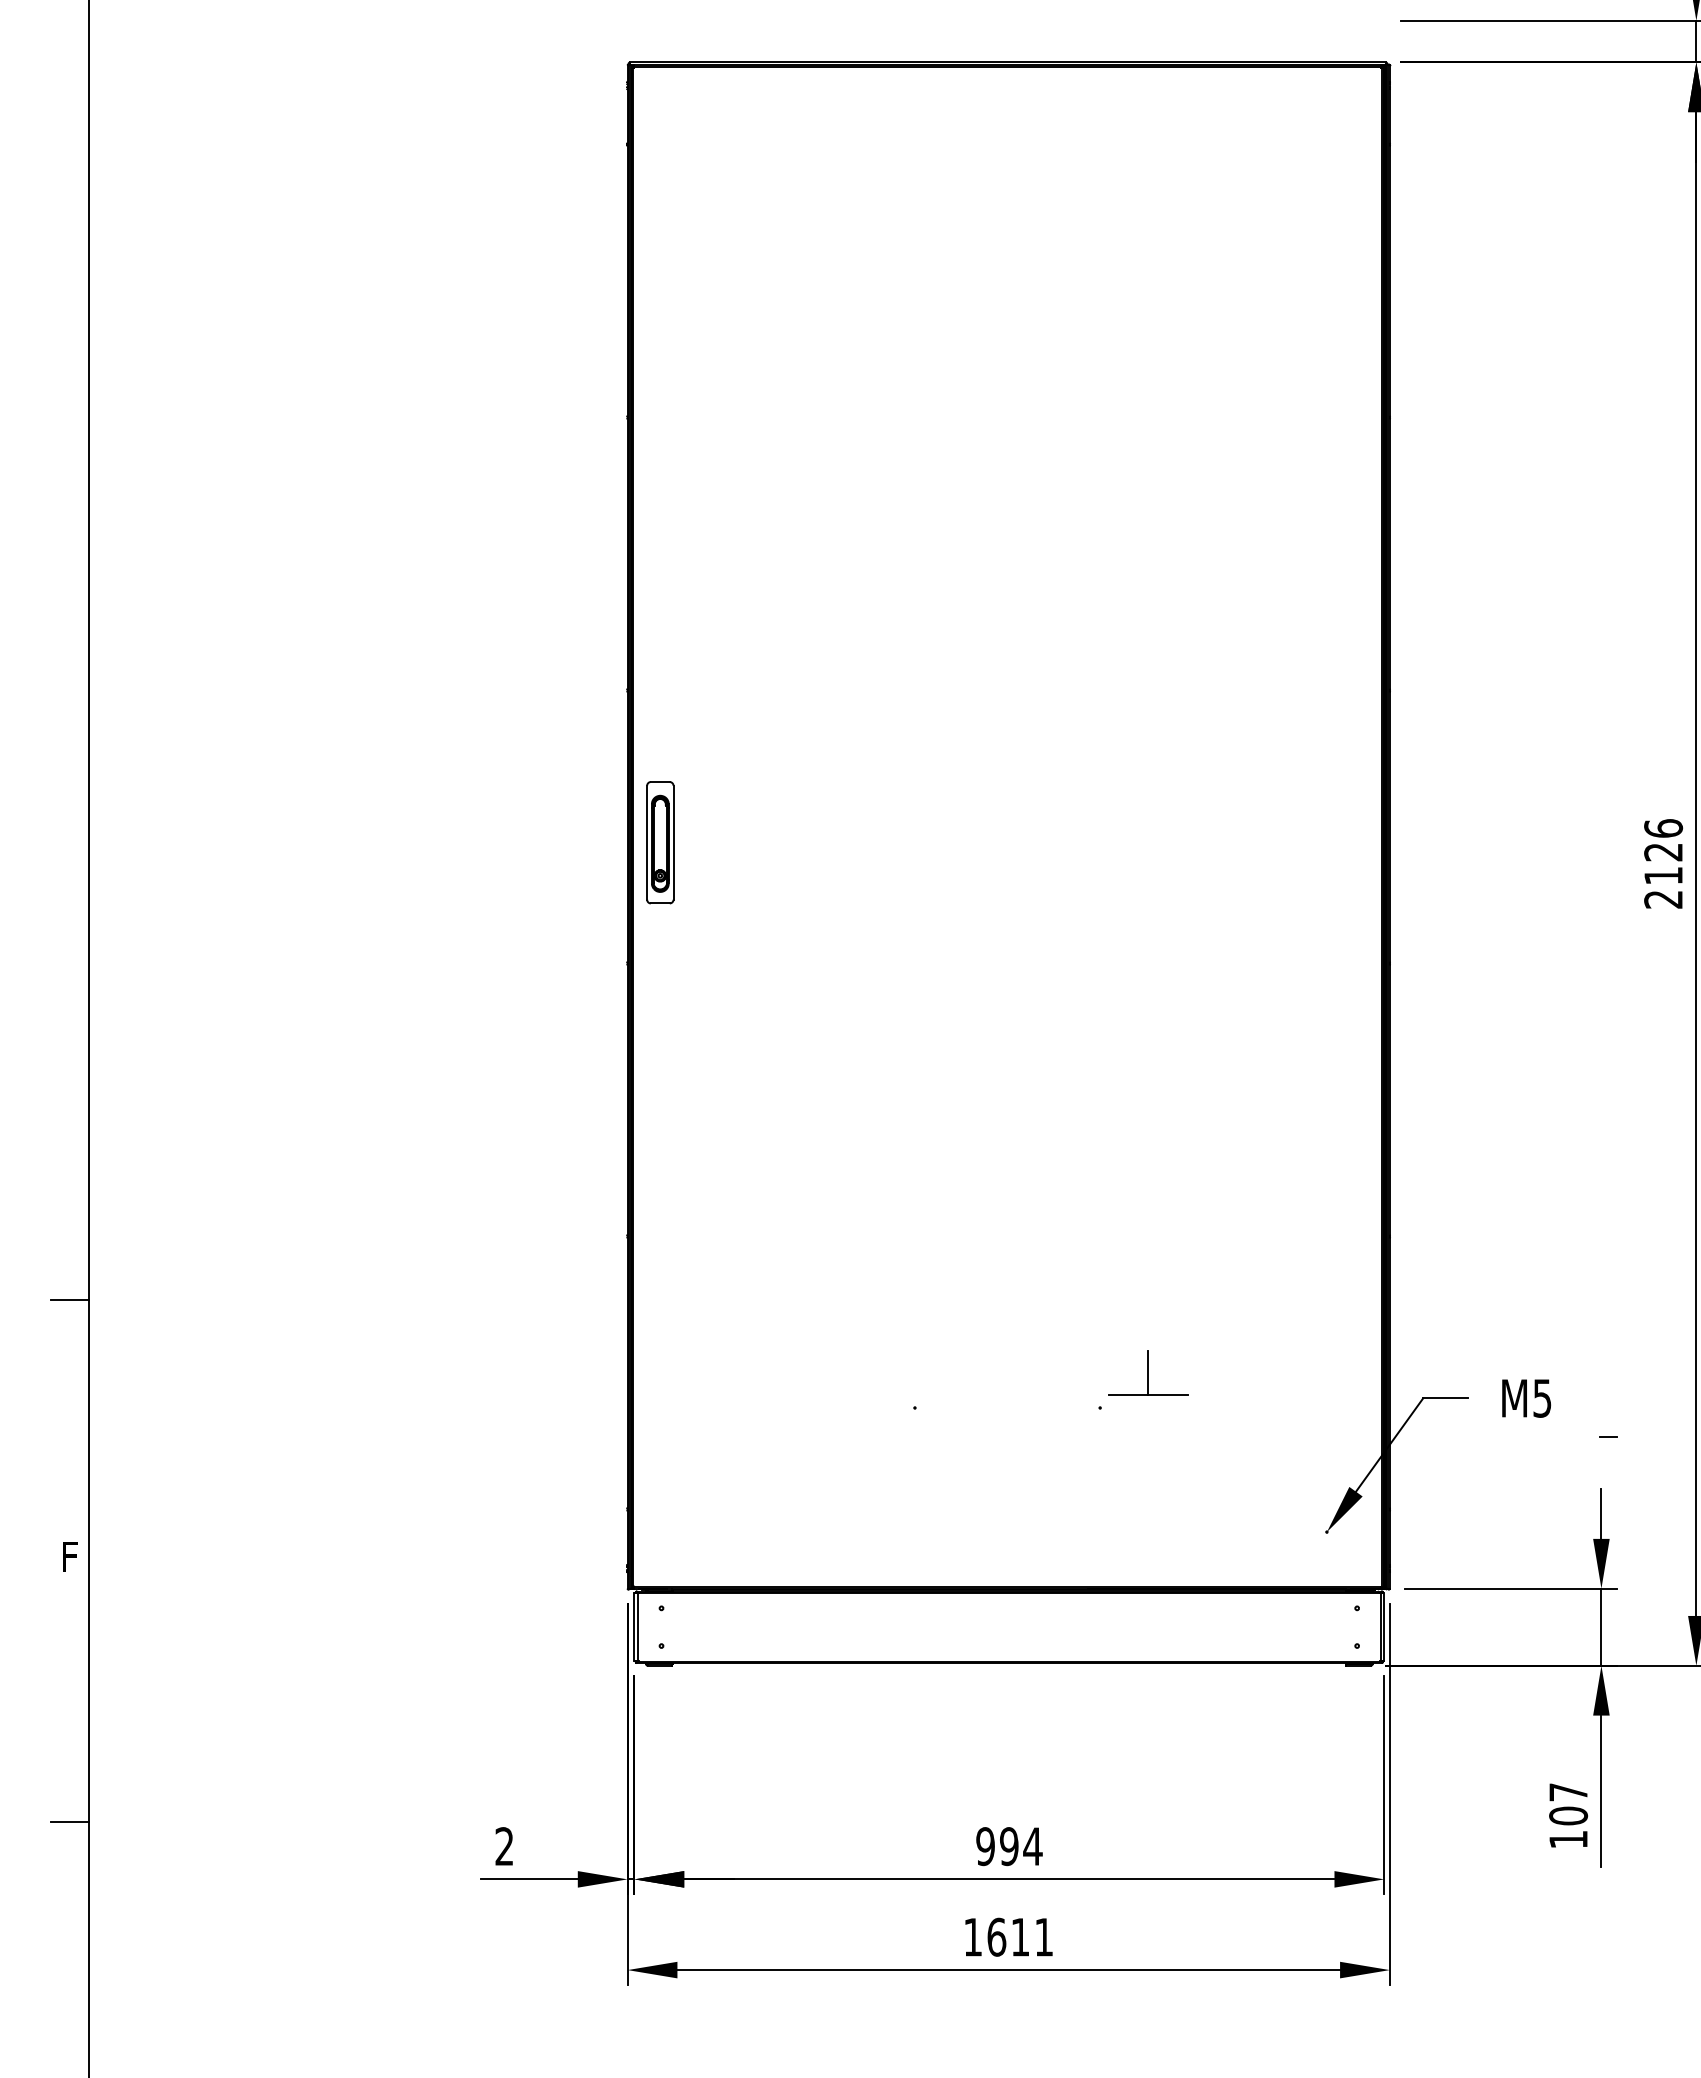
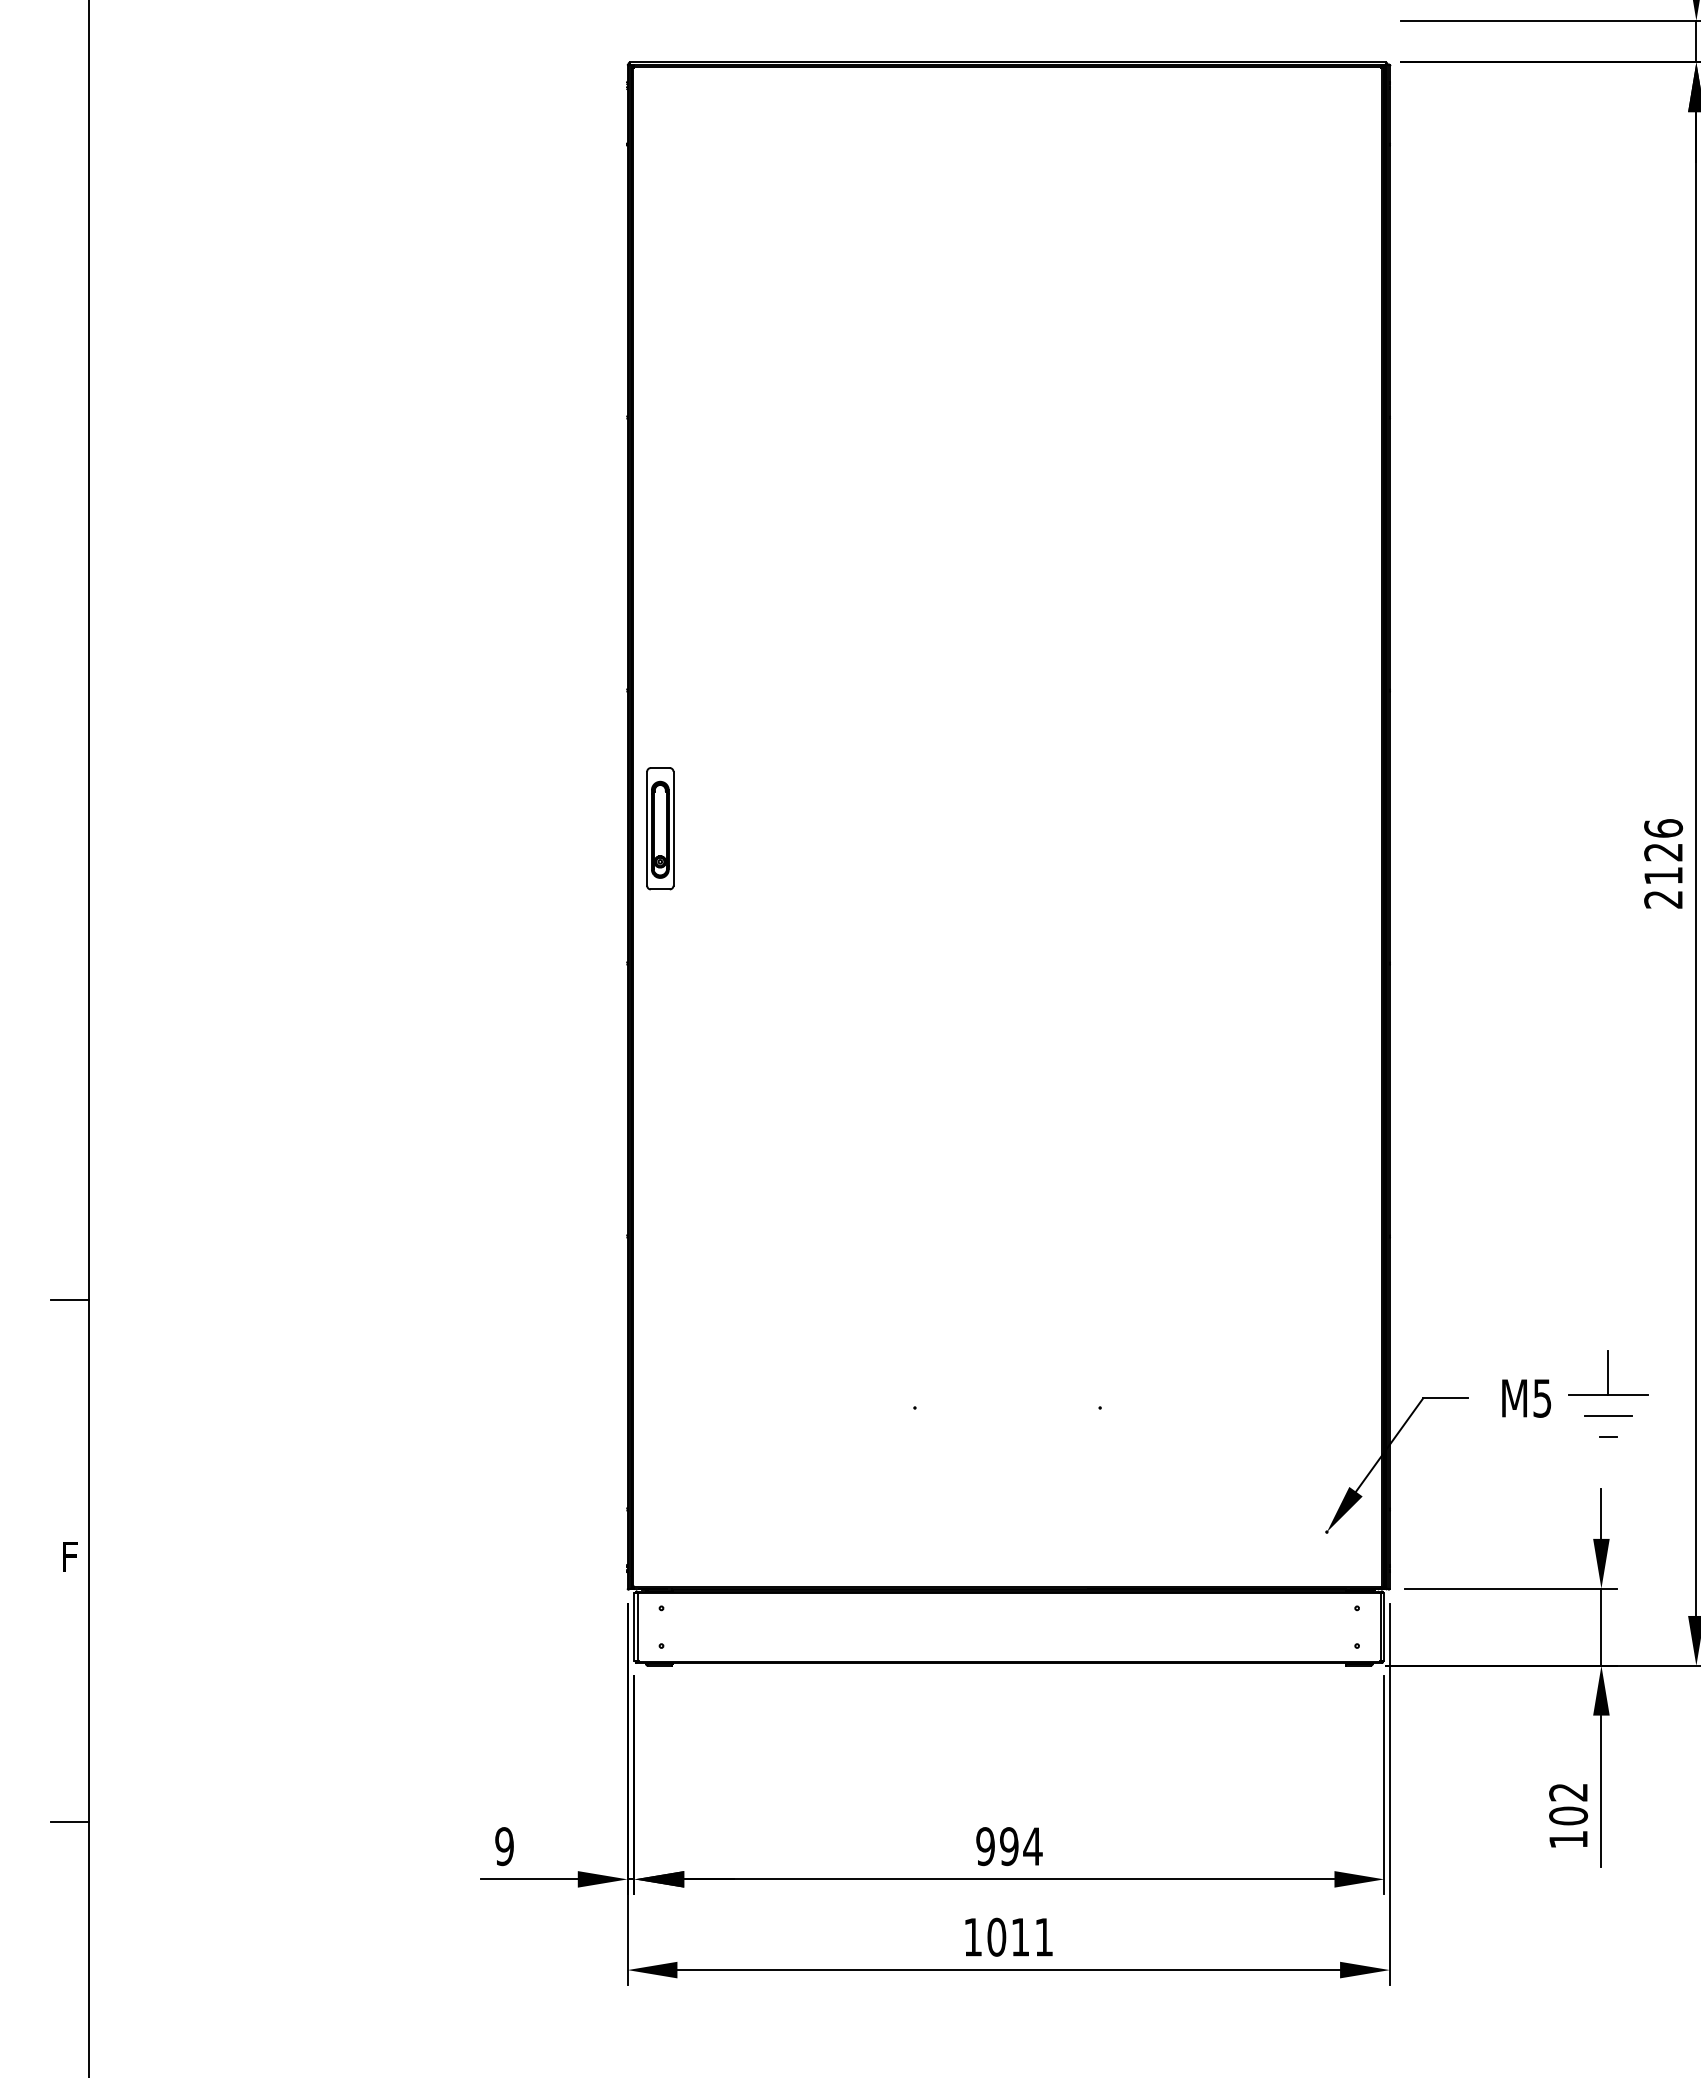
part at (660, 842) position: (660, 842) -> (660, 828)
part at (1148, 1372) position: (1148, 1372) -> (1608, 1372)
line at (1608, 1415): none -> present
text at (1568, 1792): 107 -> 102
text at (504, 1846): 2 -> 9
text at (996, 1936): 1611 -> 1011
